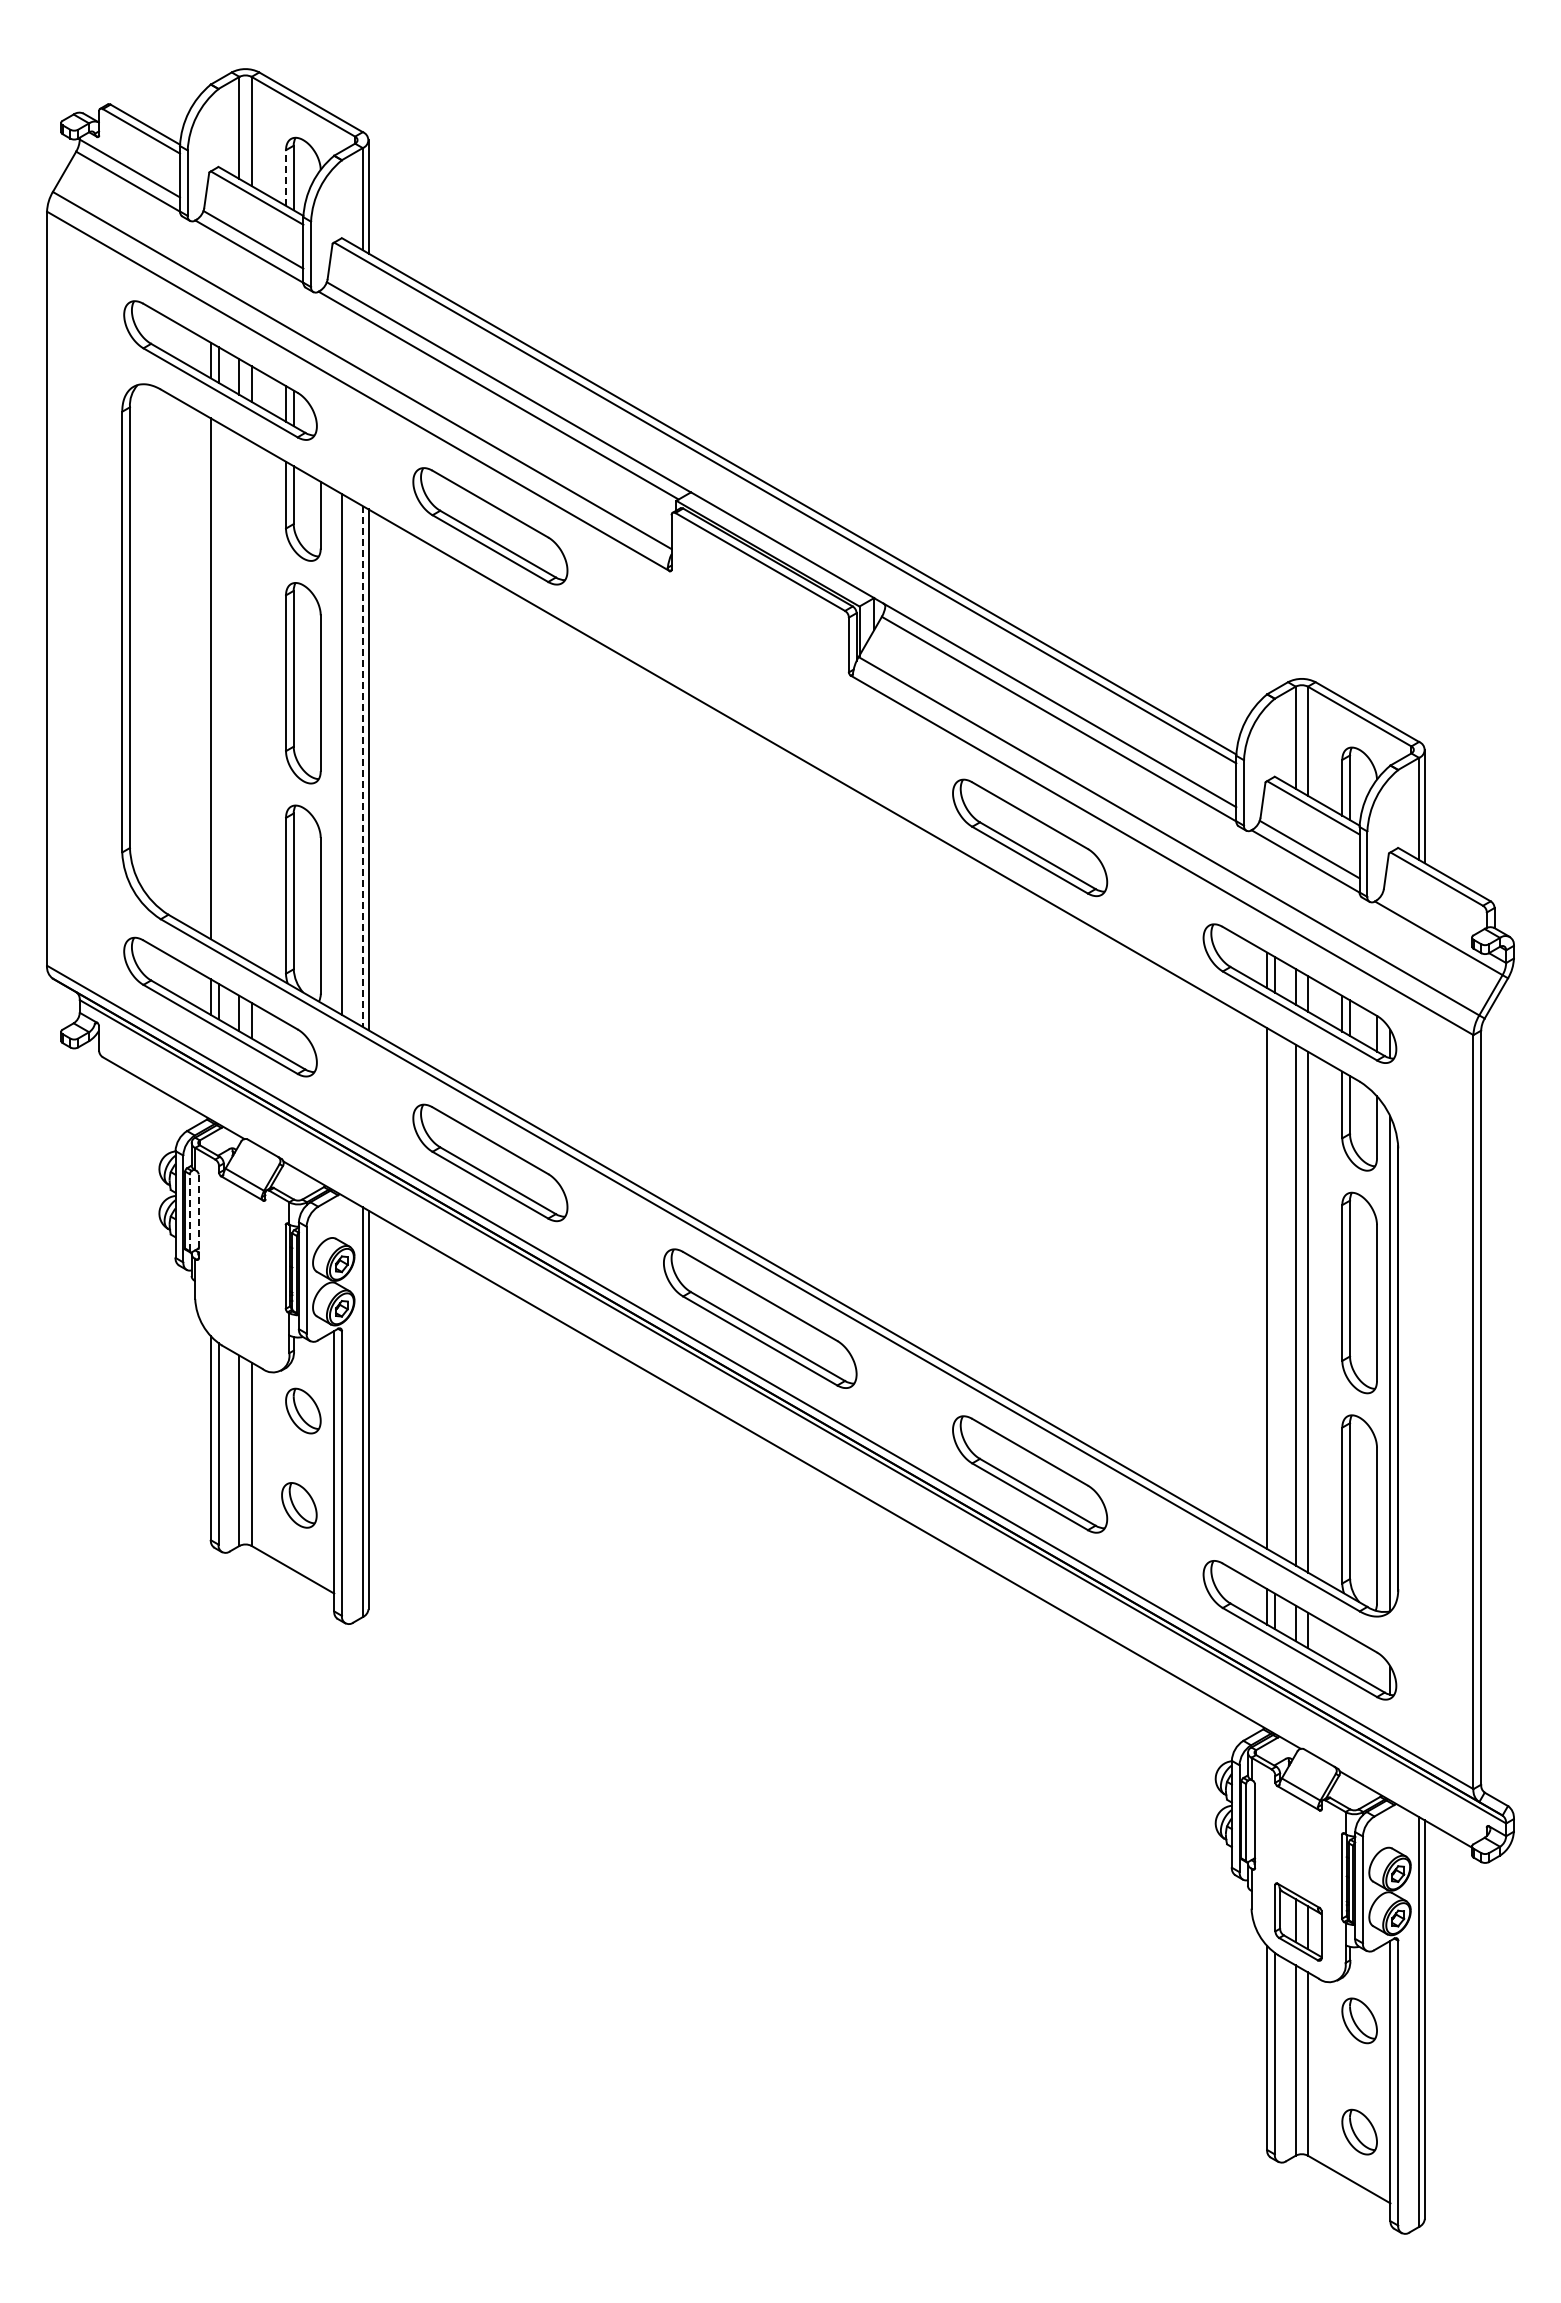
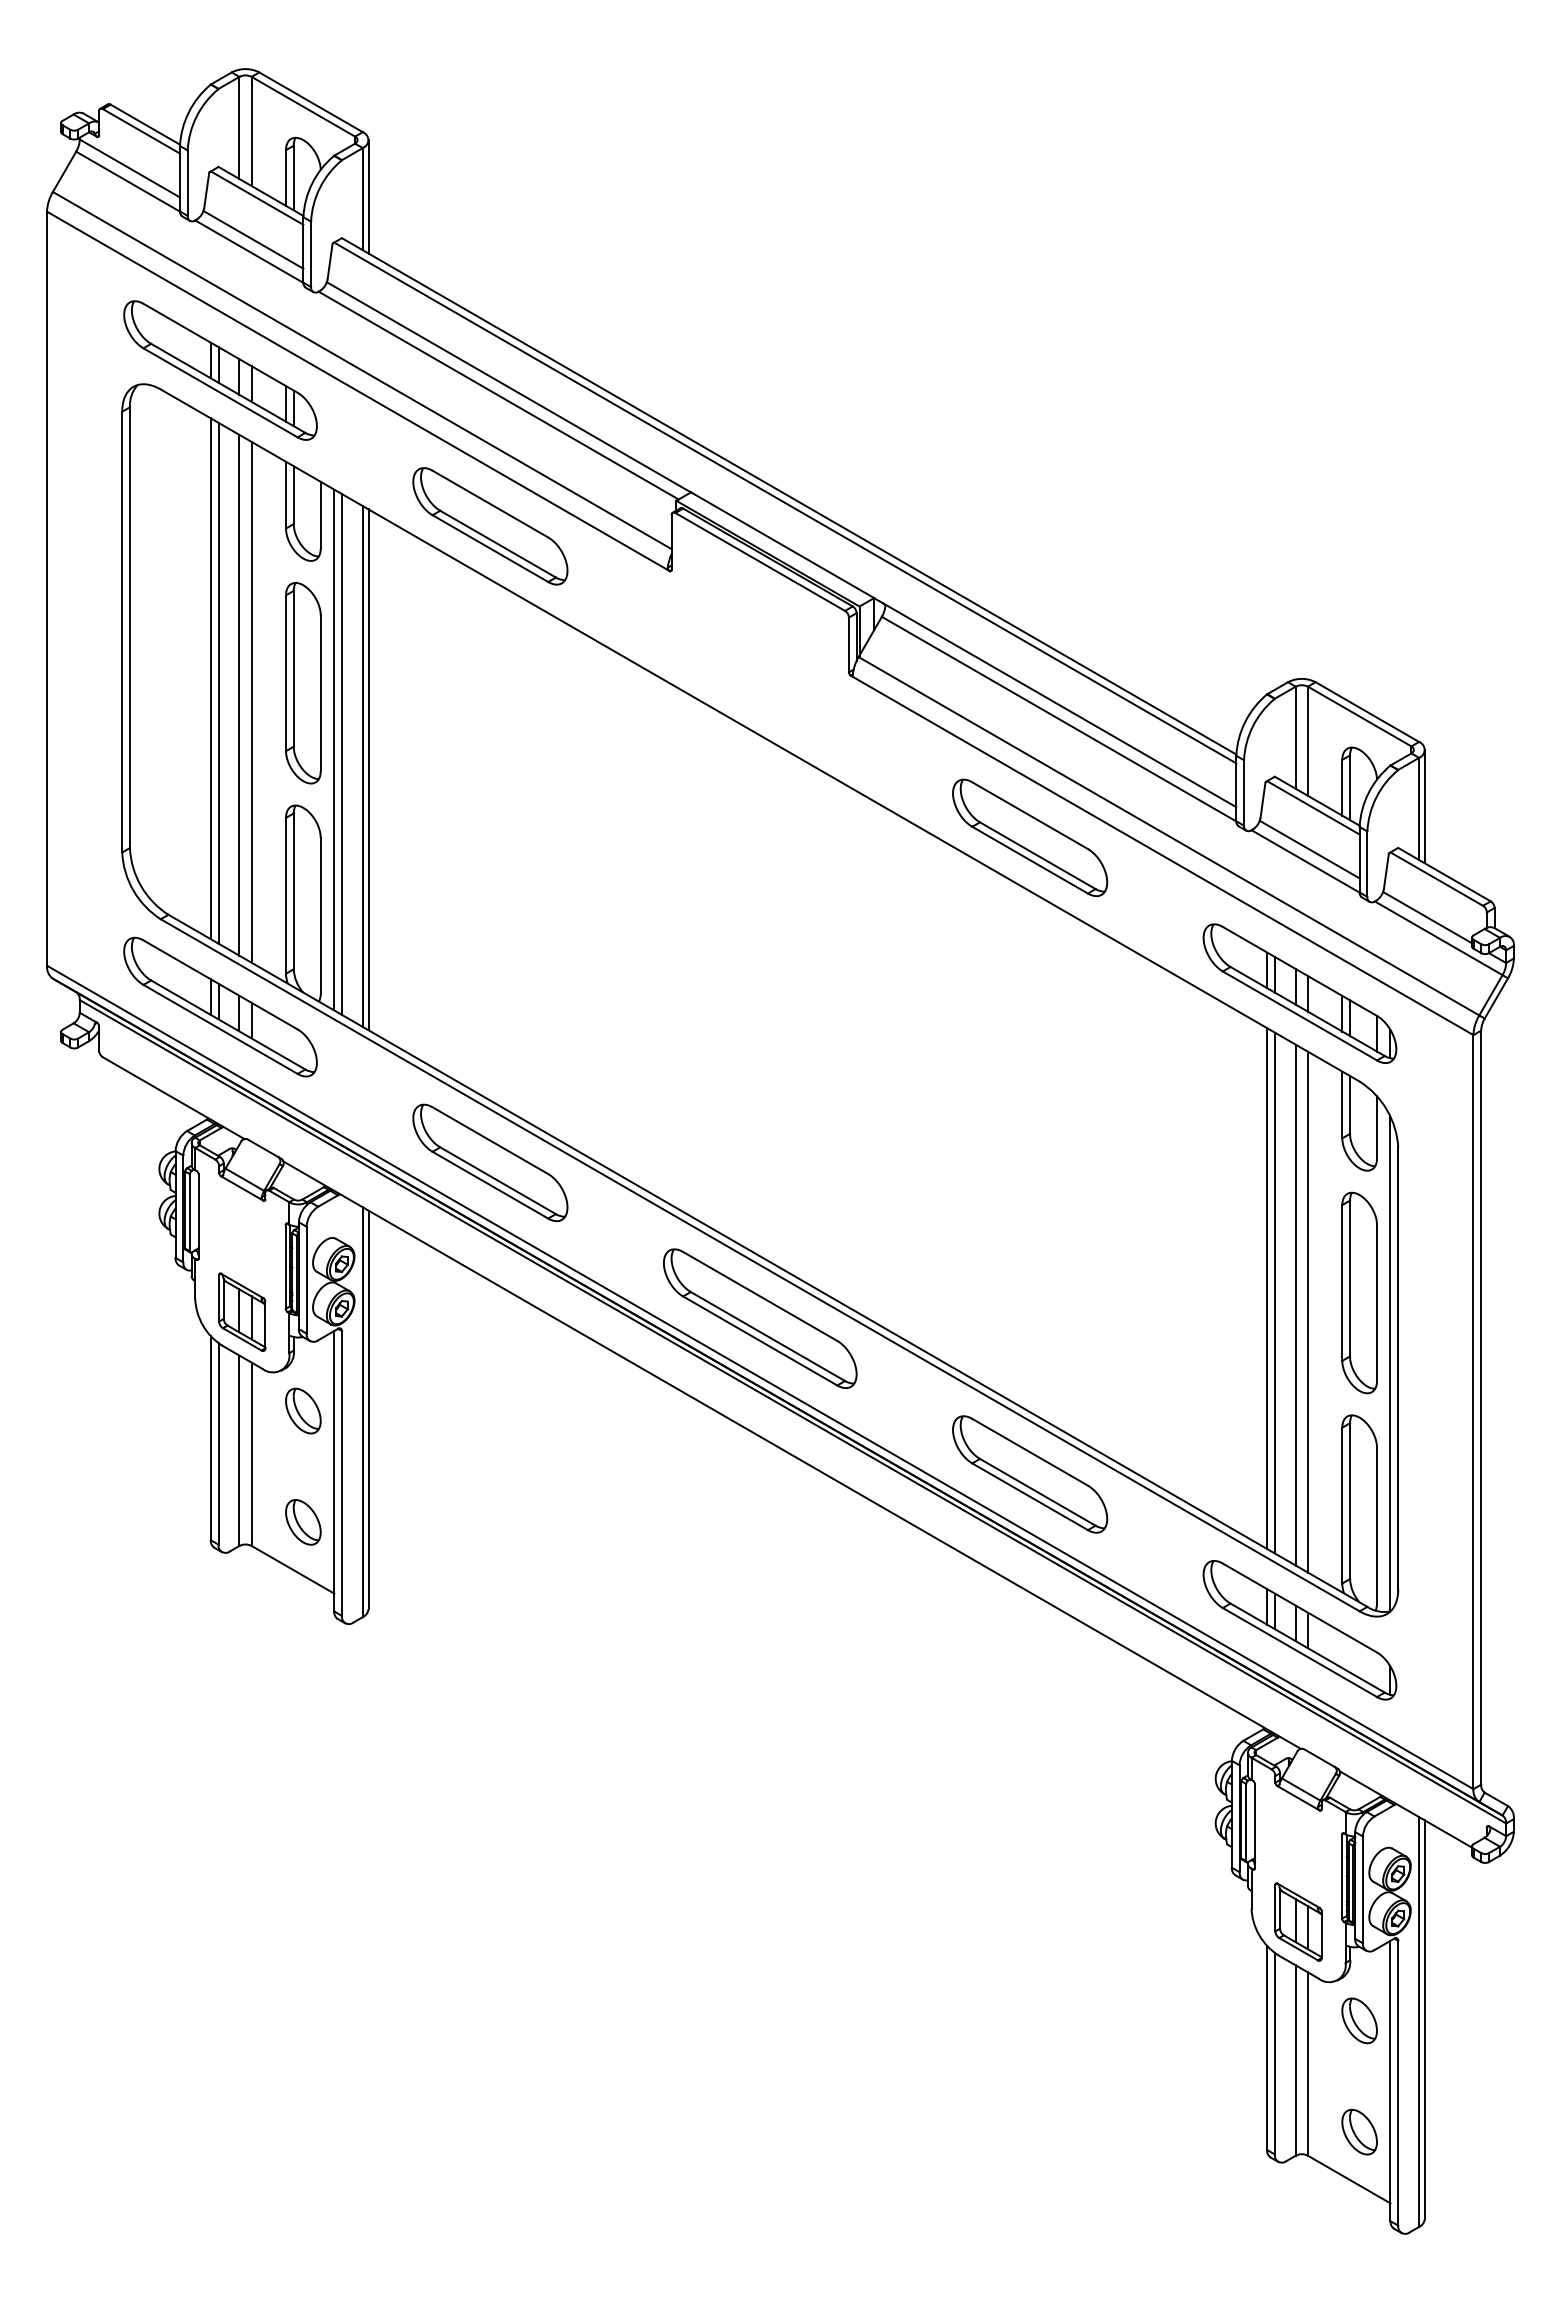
line at (286, 178): dashed -> solid
line at (218, 682): none -> present
line at (239, 694): none -> present
line at (251, 701): none -> present
line at (334, 749): none -> present
line at (362, 767): dashed -> solid
line at (1427, 917): none -> present
line at (189, 1212): dashed -> solid
line at (198, 1216): dashed -> solid
line at (1274, 1292): none -> present
part at (242, 1311): none -> present
part at (299, 1505) position: (299, 1505) -> (303, 1522)
